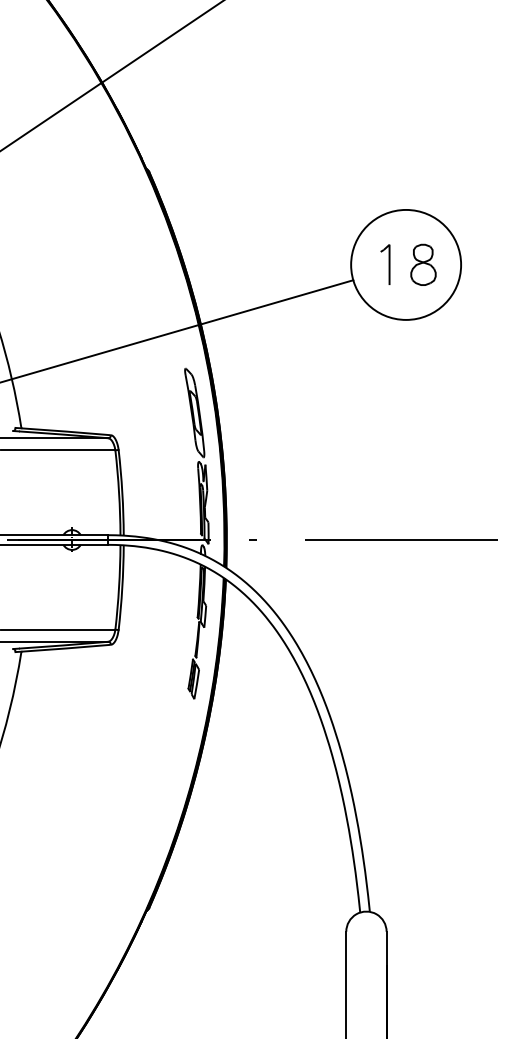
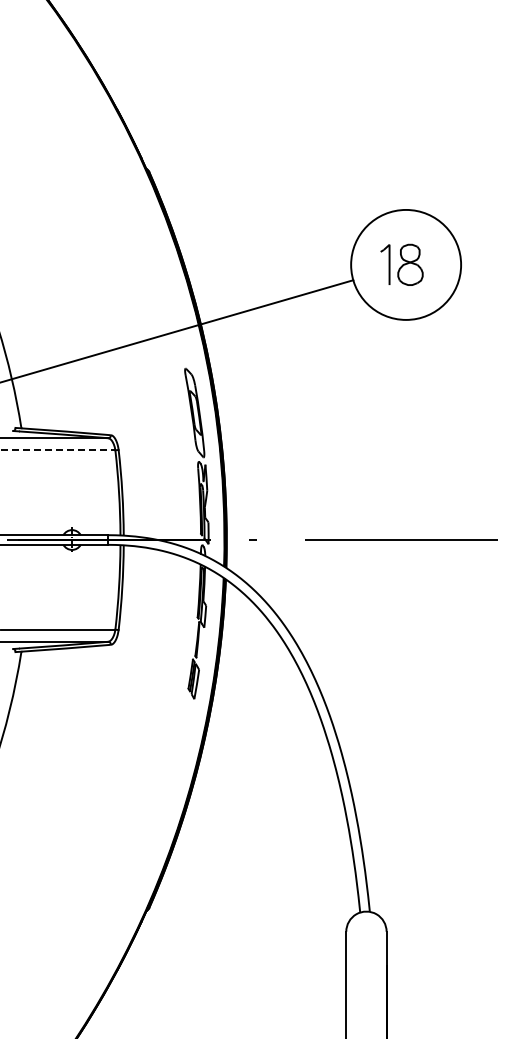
line at (111, 76): present -> none
part at (423, 264) position: (423, 264) -> (410, 264)
line at (58, 450): solid -> dashed
